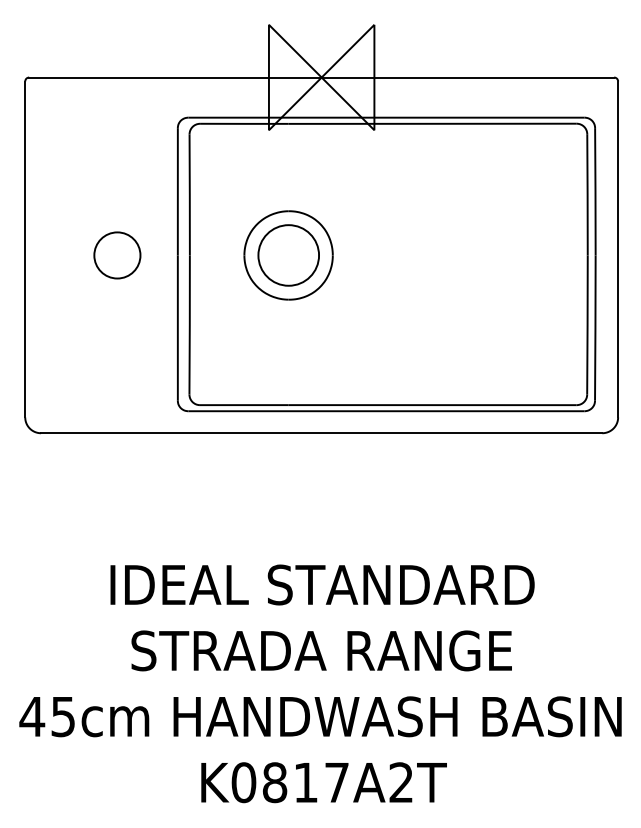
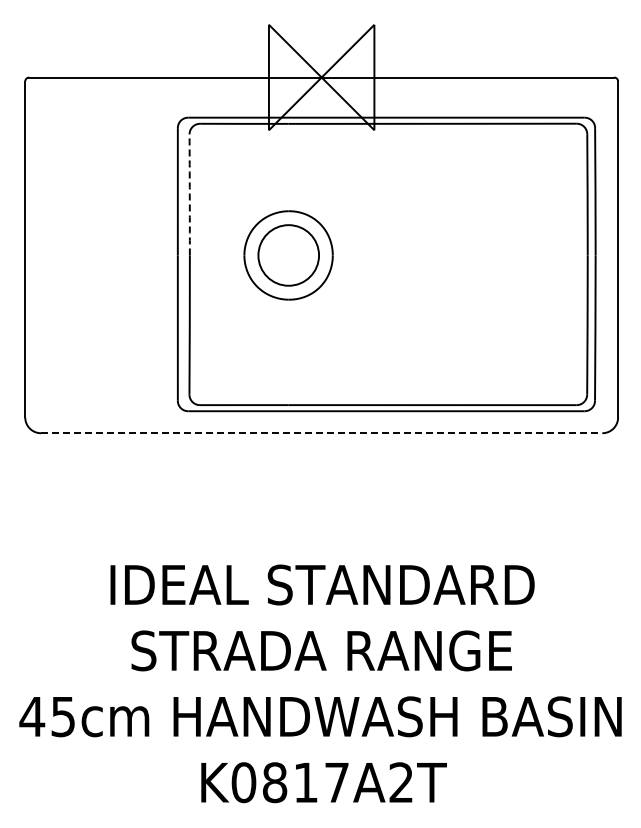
arc at (189, 194): solid -> dashed
circle at (117, 255): present -> none
line at (321, 433): solid -> dashed
